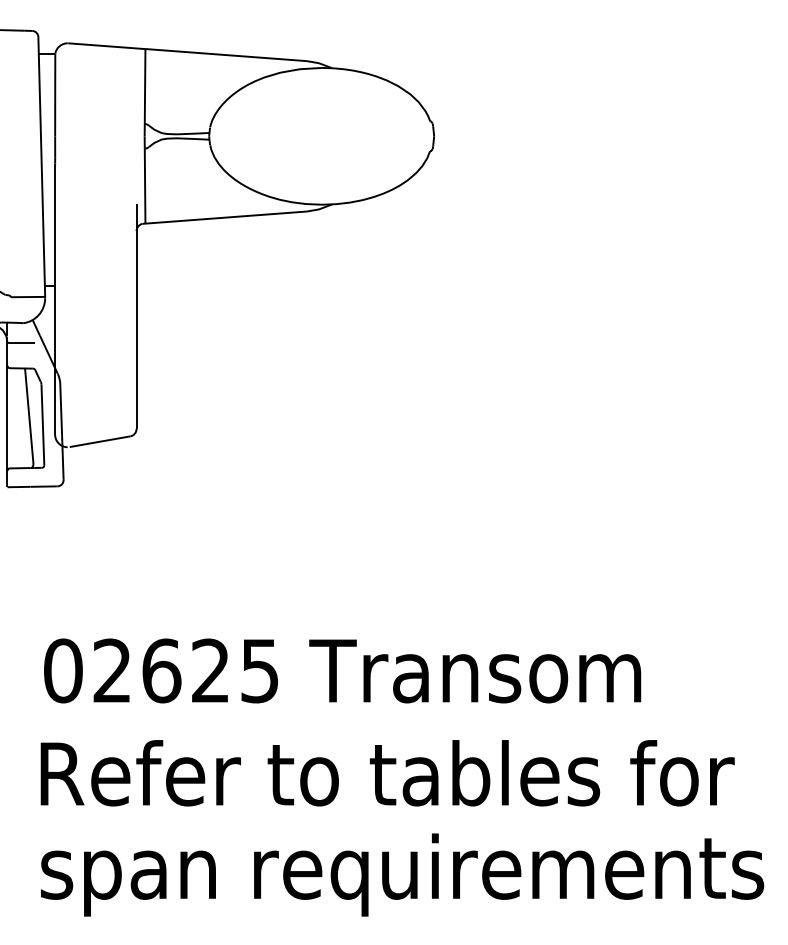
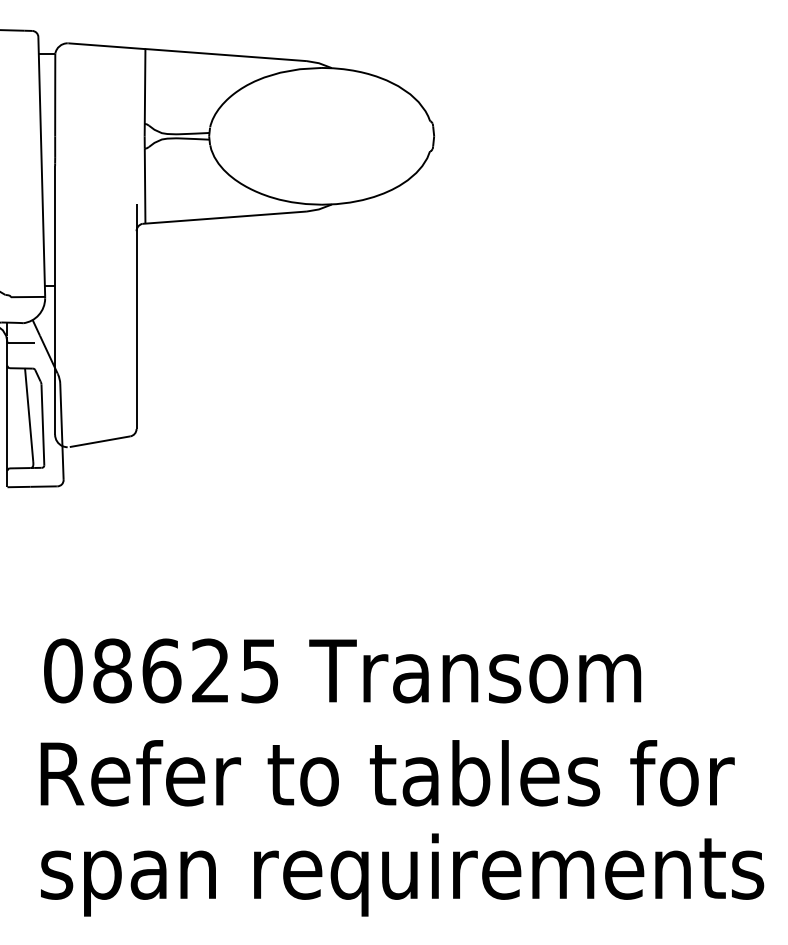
text at (112, 670): 02625 -> 08625
